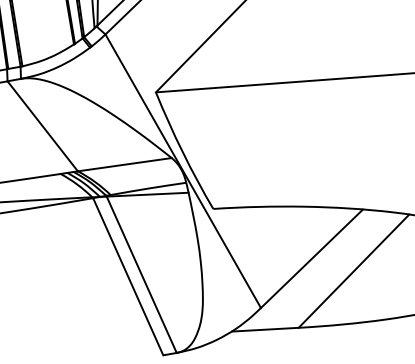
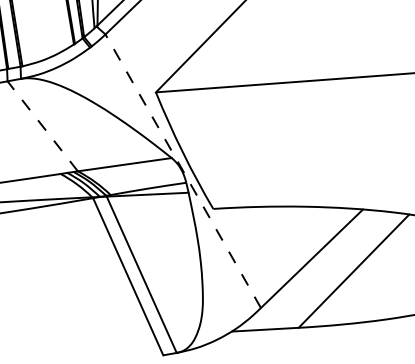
line at (42, 125): solid -> dashed
line at (182, 170): solid -> dashed
